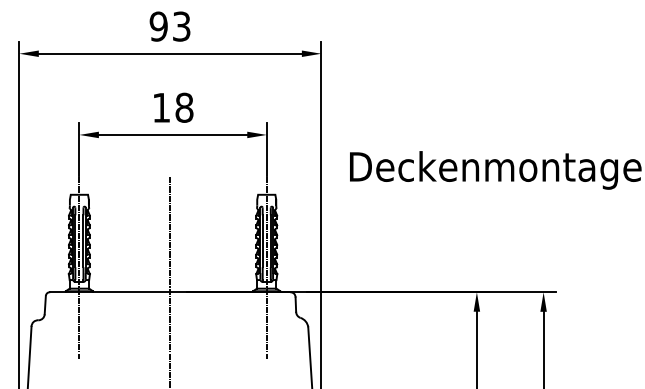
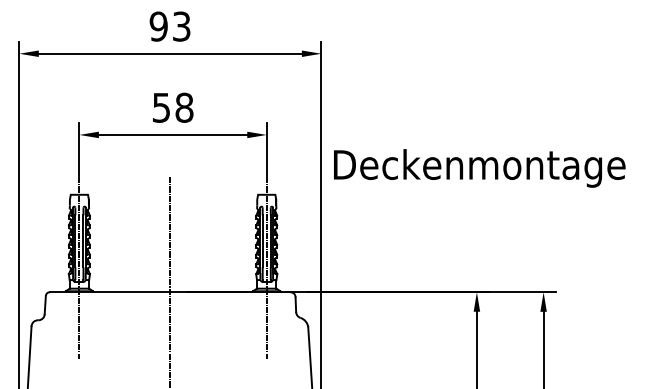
text at (161, 107): 18 -> 58
text at (495, 170) position: (495, 170) -> (479, 168)
